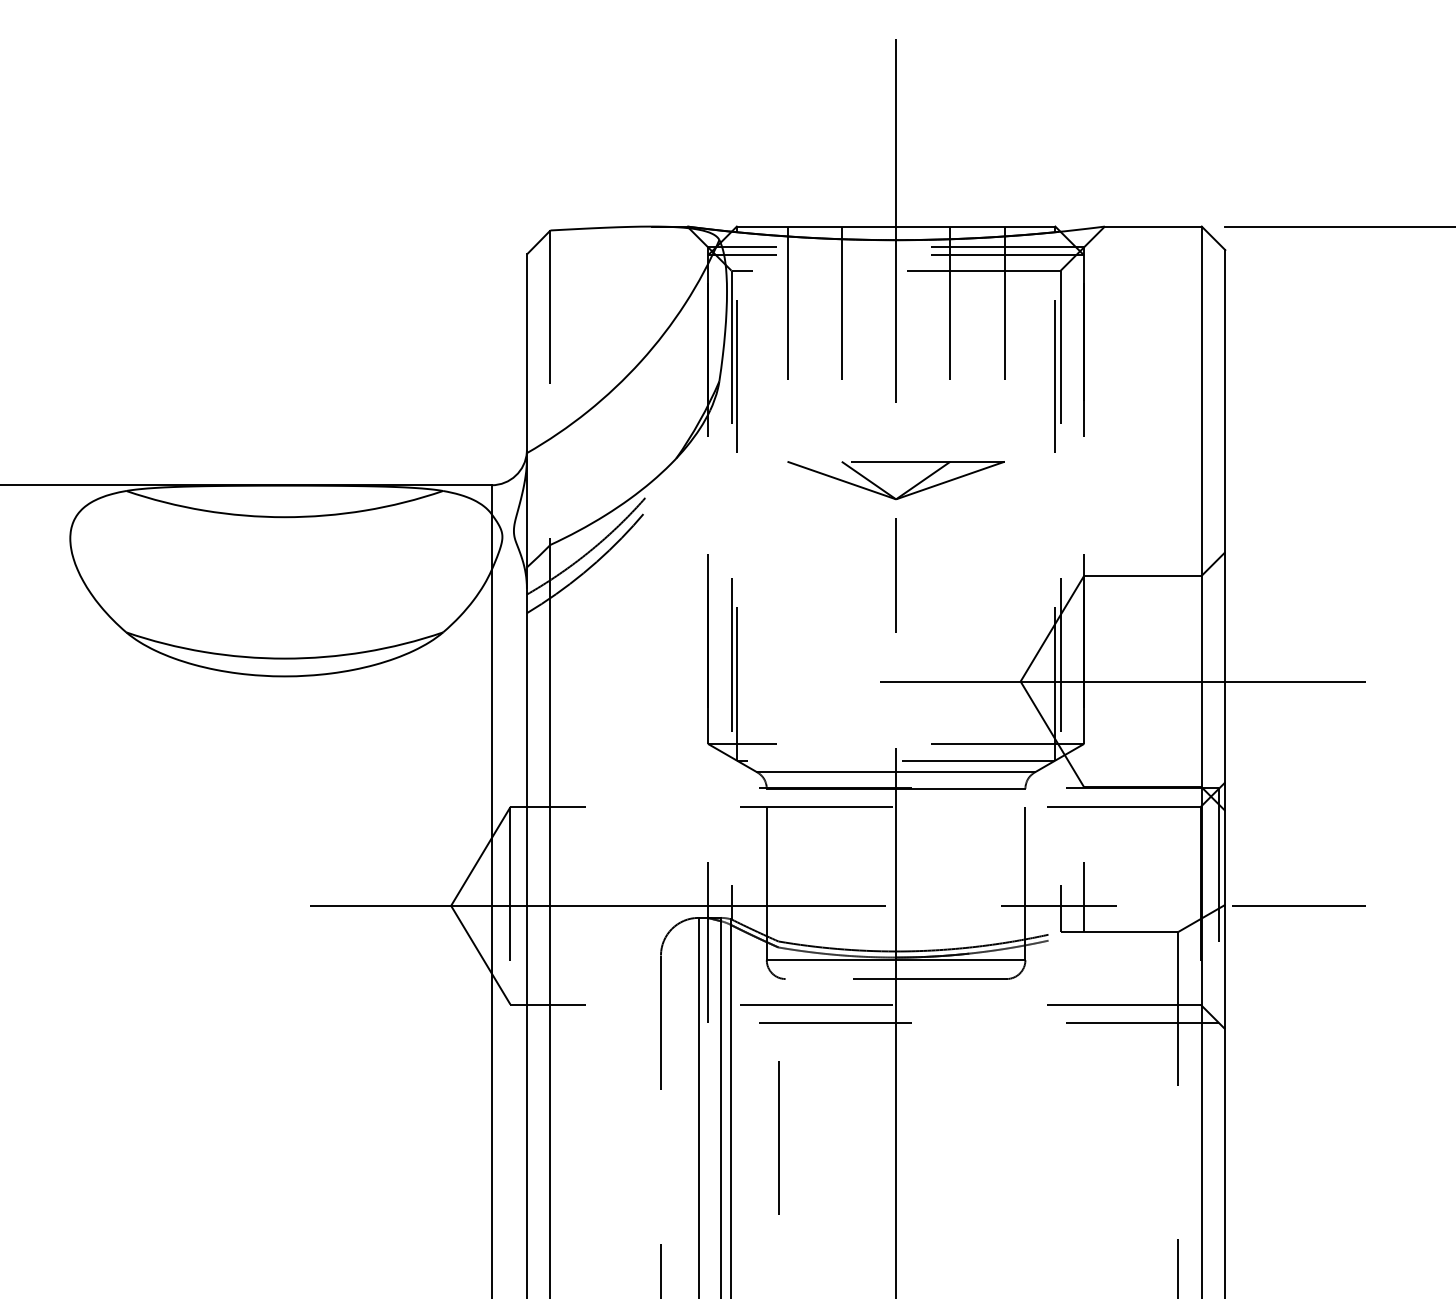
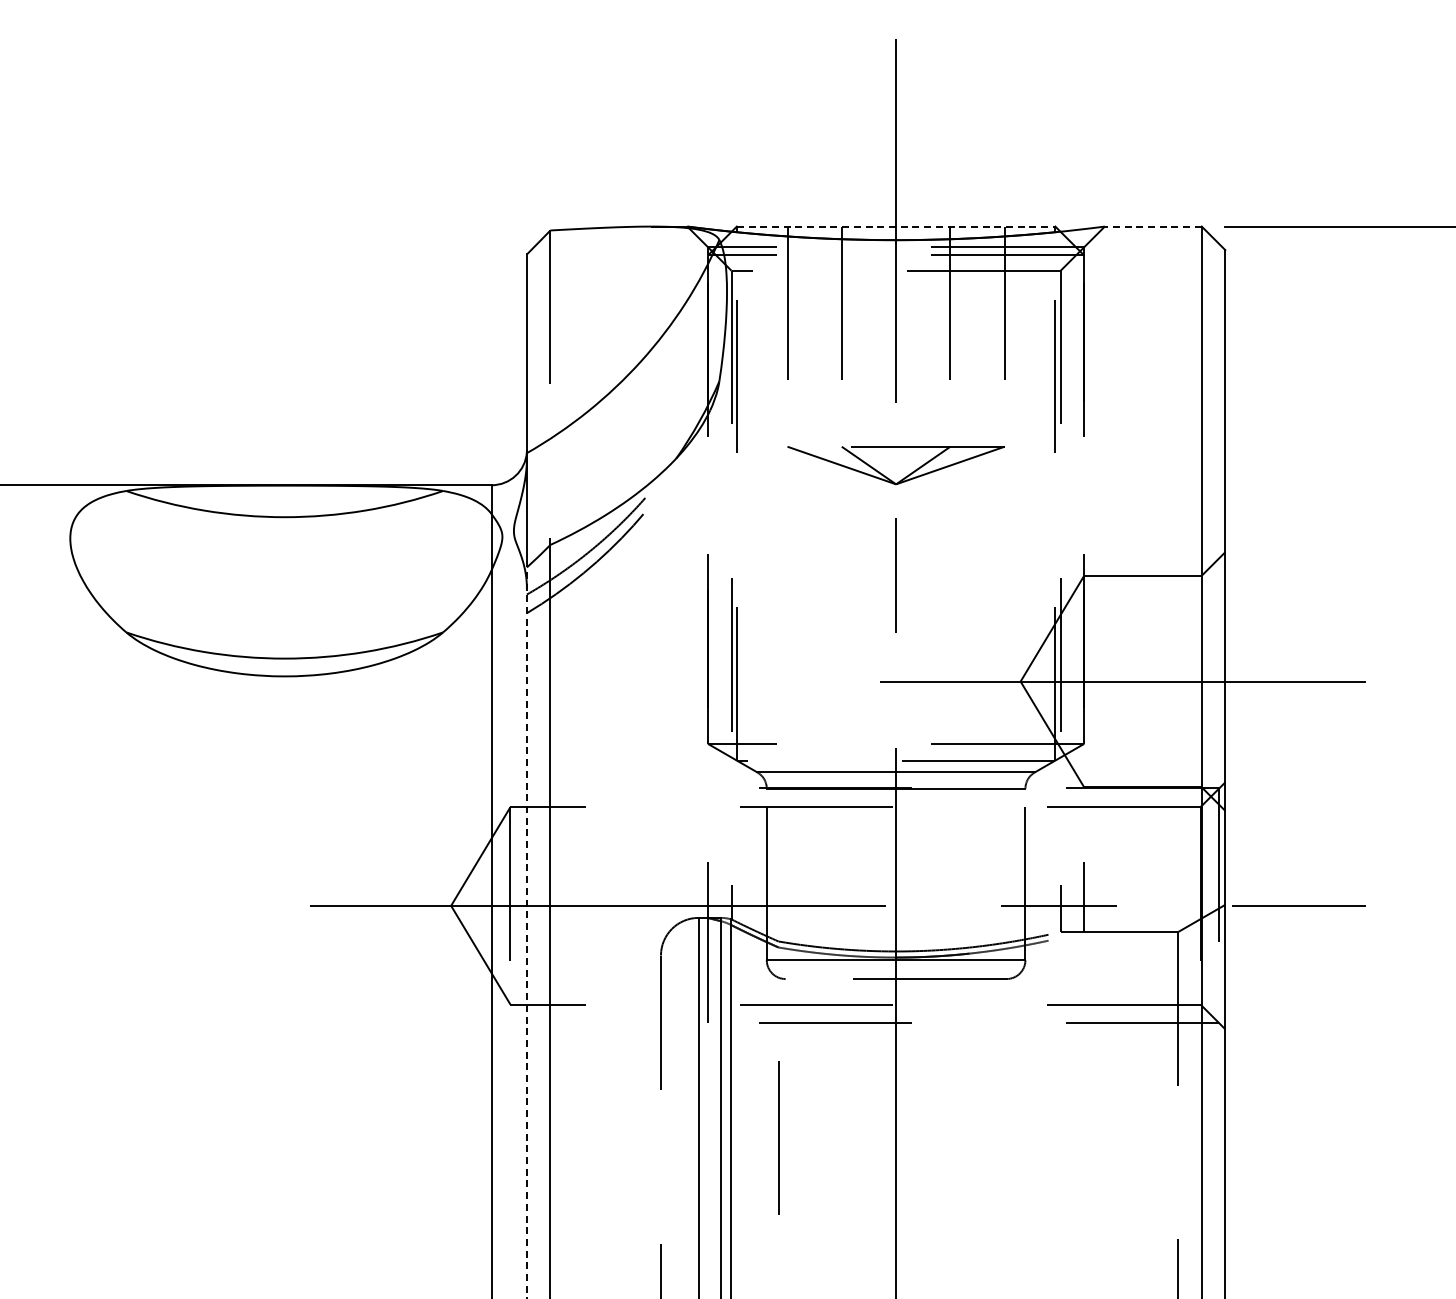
line at (896, 226): solid -> dashed
line at (1152, 226): solid -> dashed
part at (888, 492) position: (888, 492) -> (888, 477)
line at (526, 932): solid -> dashed
